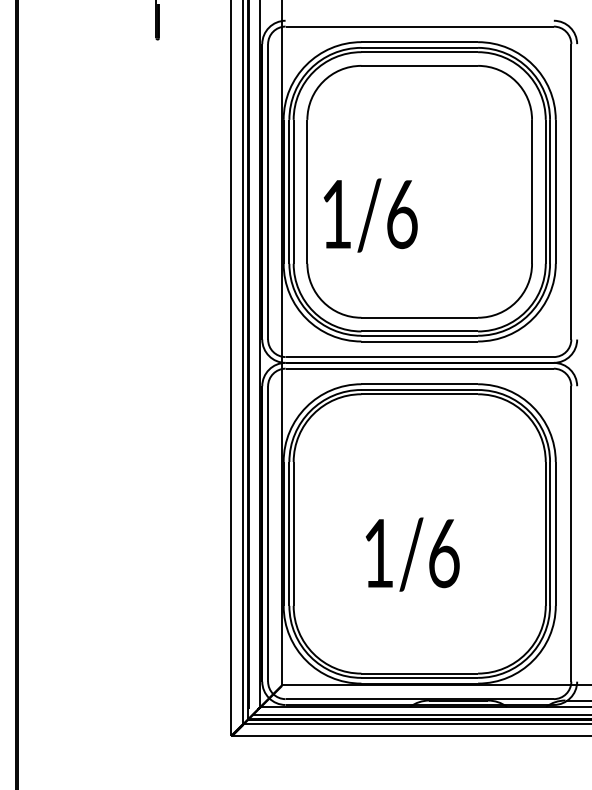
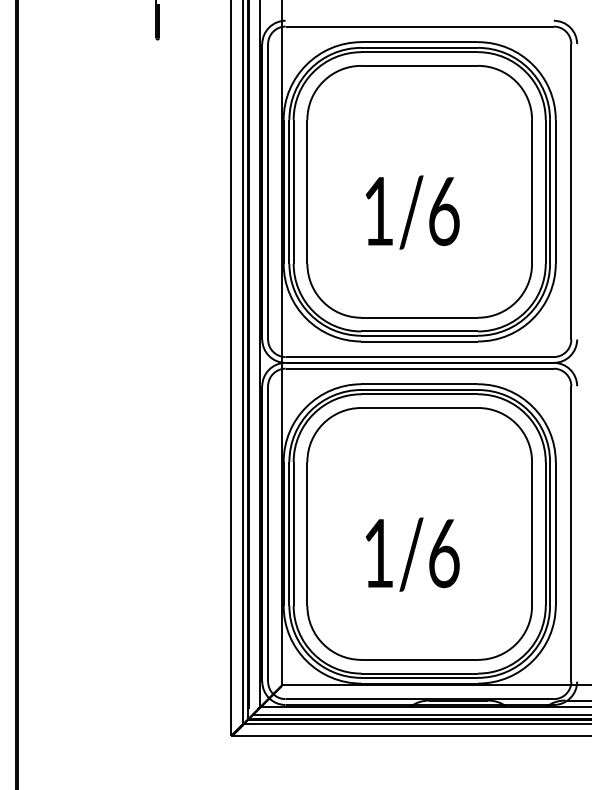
text at (370, 215) position: (370, 215) -> (412, 212)
part at (419, 533): none -> present
